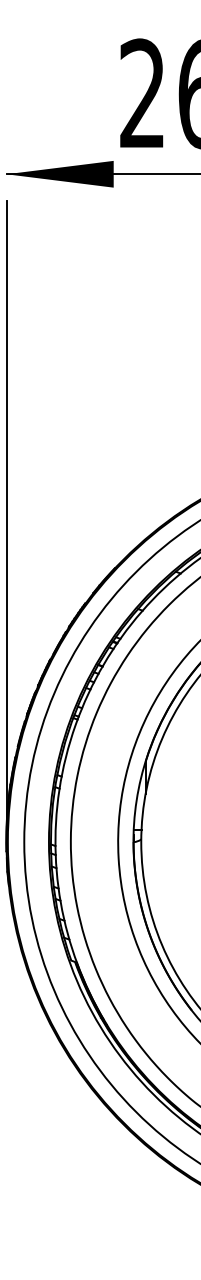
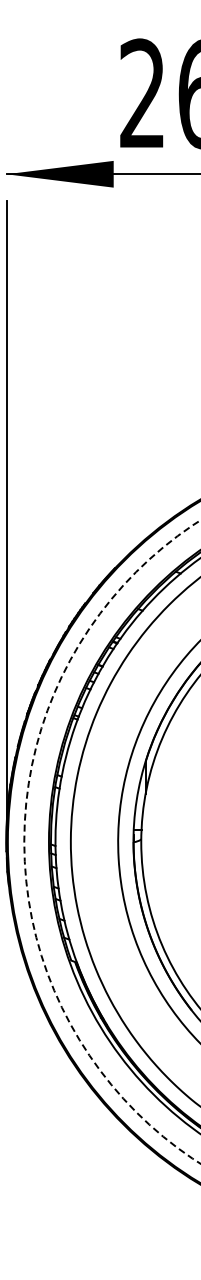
circle at (112, 841): solid -> dashed
